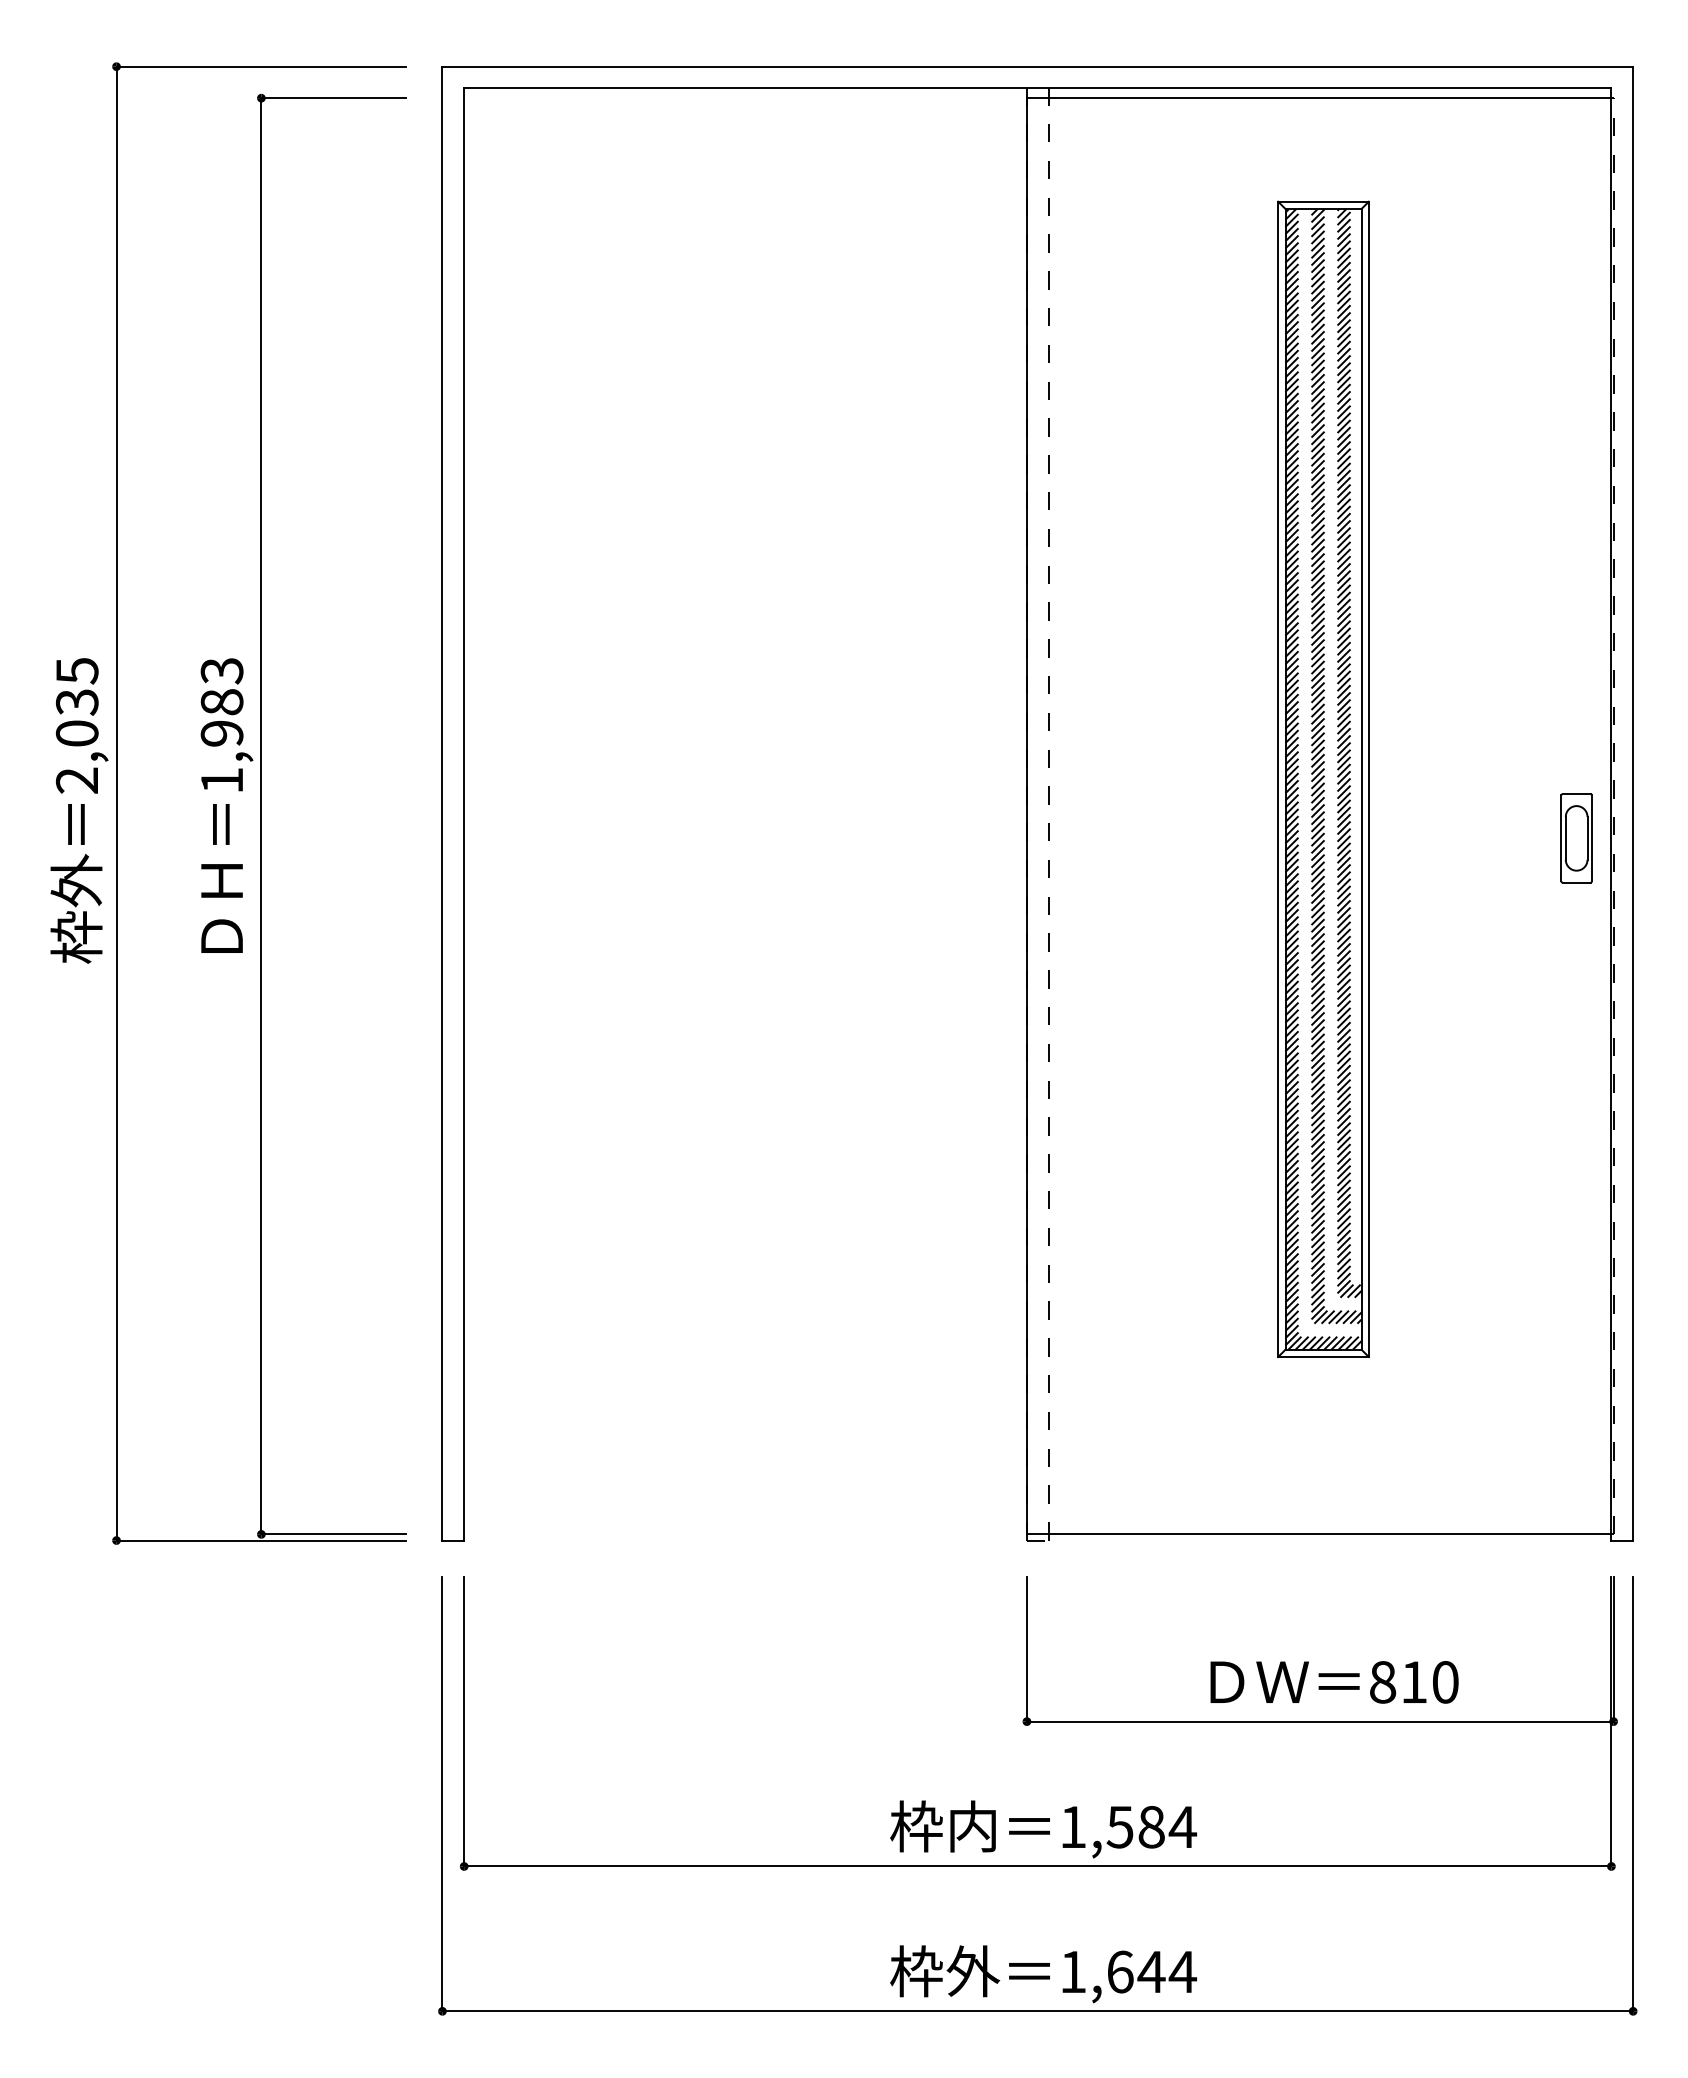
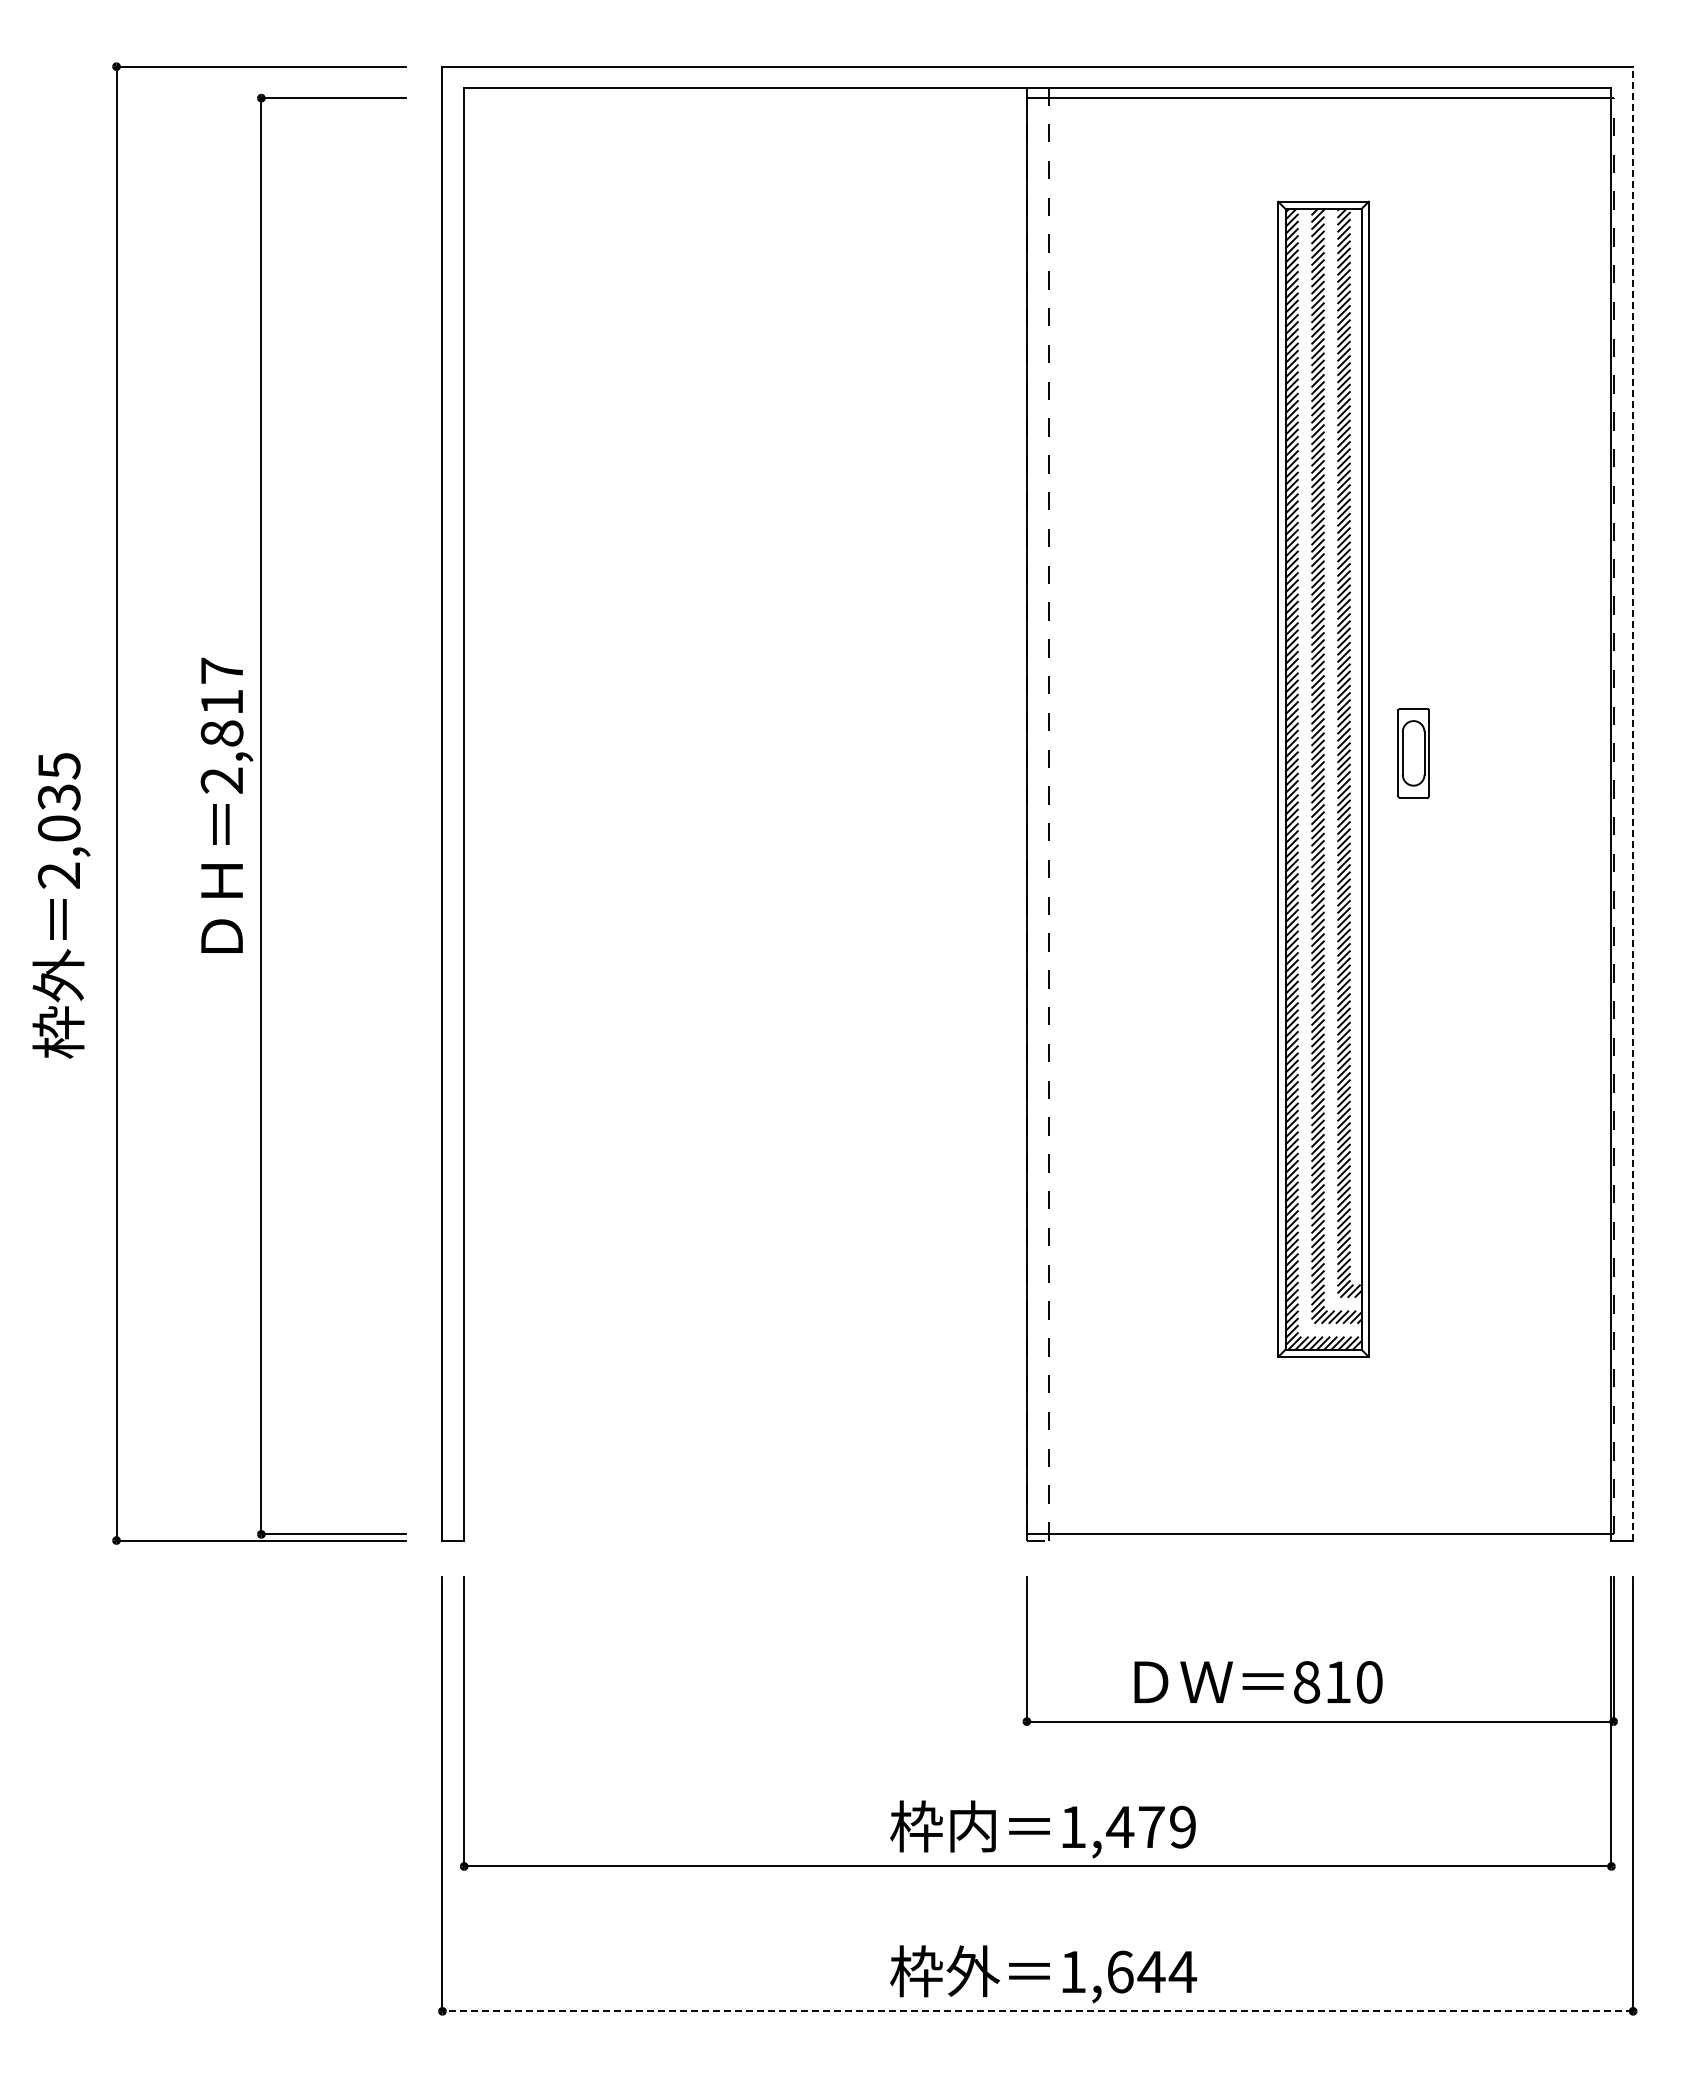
text at (221, 725): 1,983 -> 2,817
line at (1633, 803): solid -> dashed
text at (79, 810) position: (79, 810) -> (61, 905)
part at (1576, 838) position: (1576, 838) -> (1413, 753)
text at (1334, 1682) position: (1334, 1682) -> (1258, 1682)
text at (1151, 1826): 1,584 -> 1,479
line at (1037, 2011): solid -> dashed
